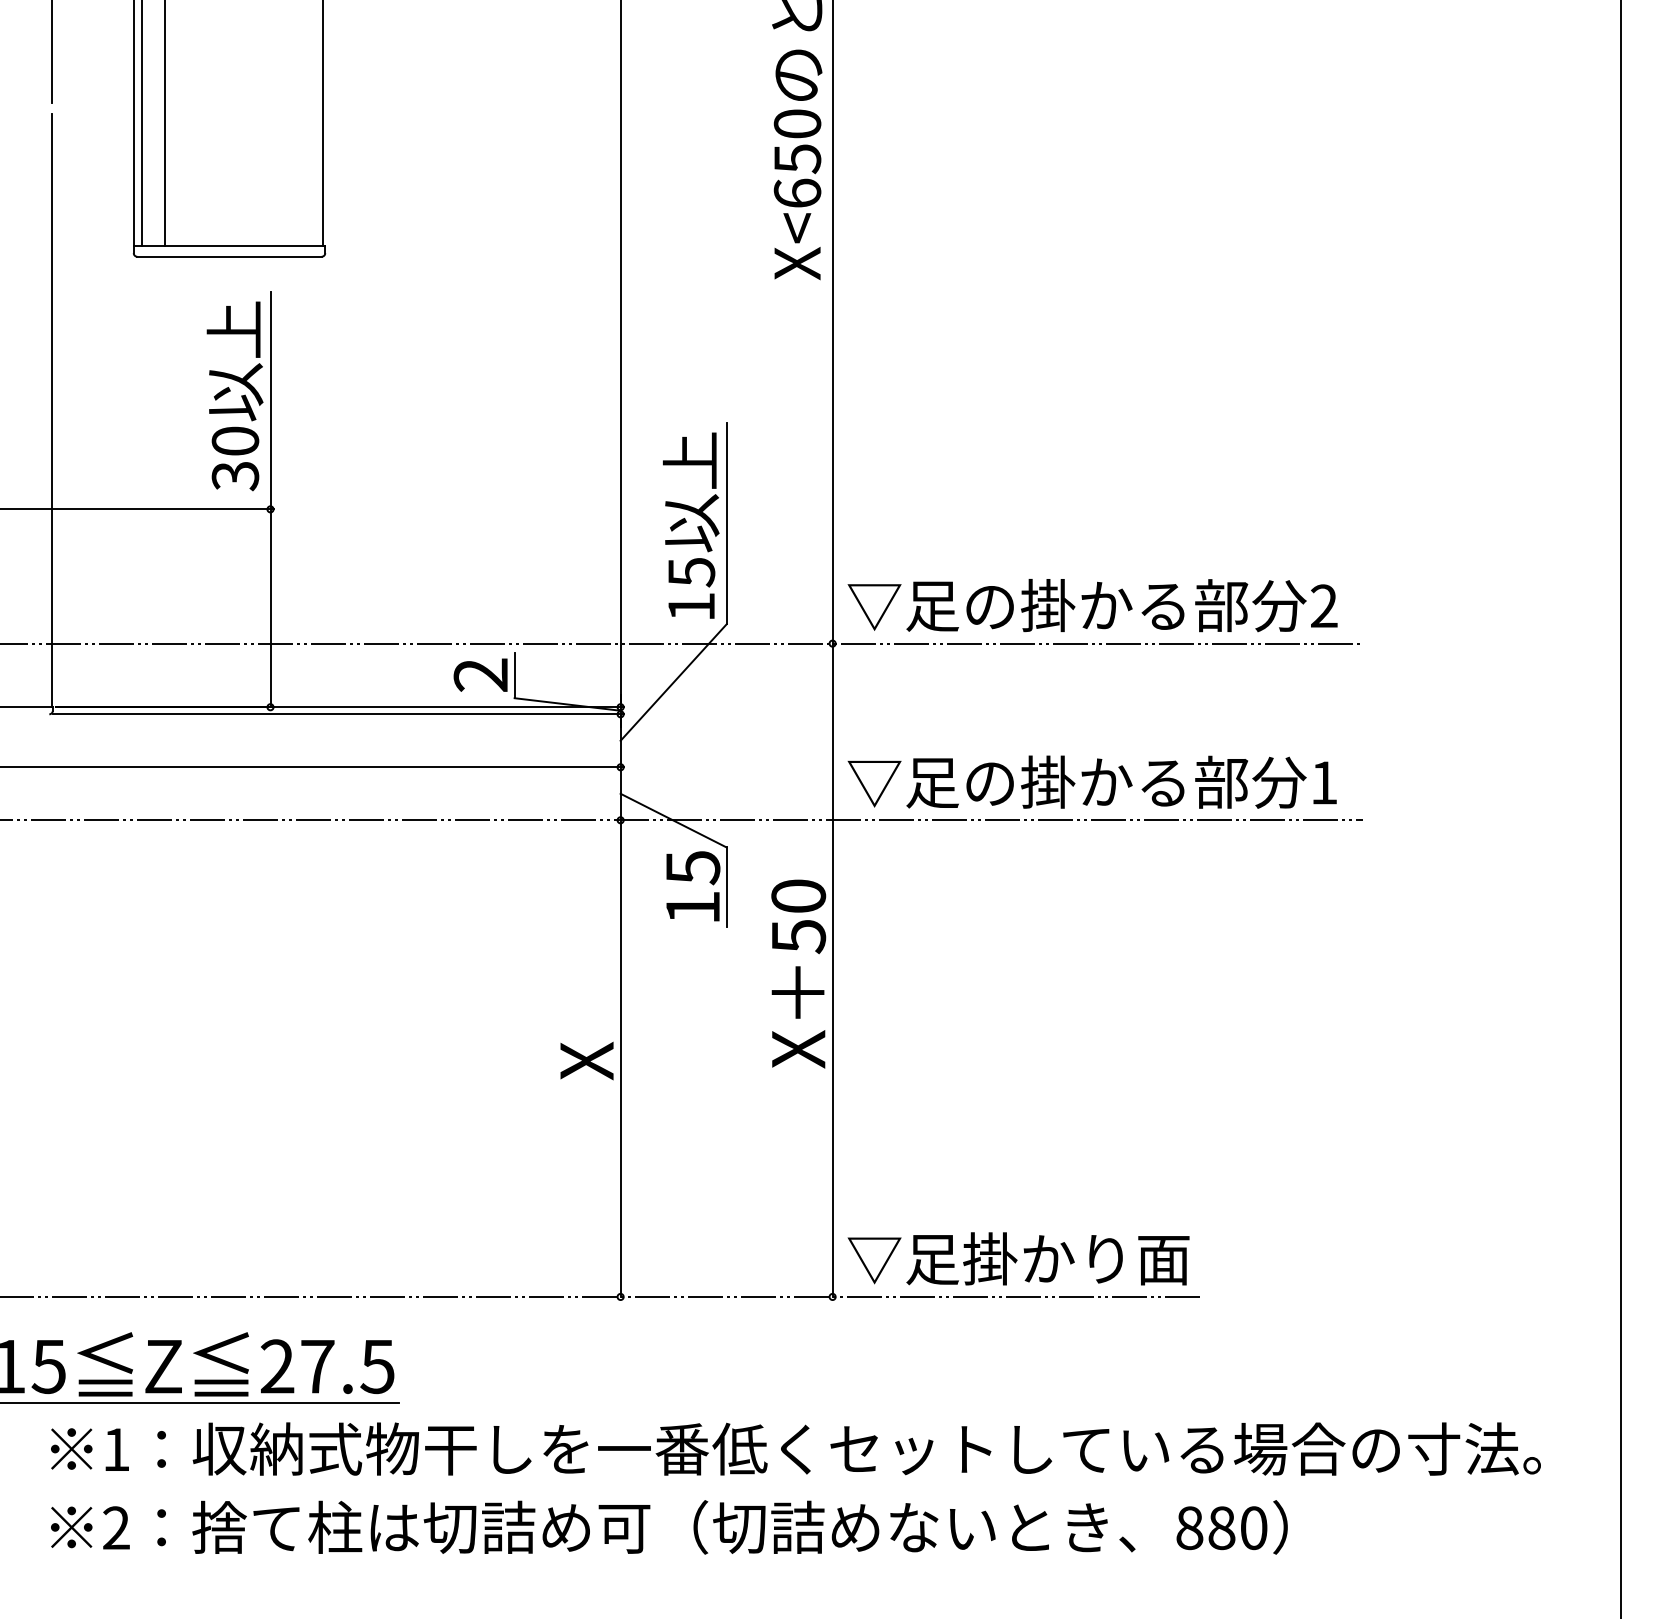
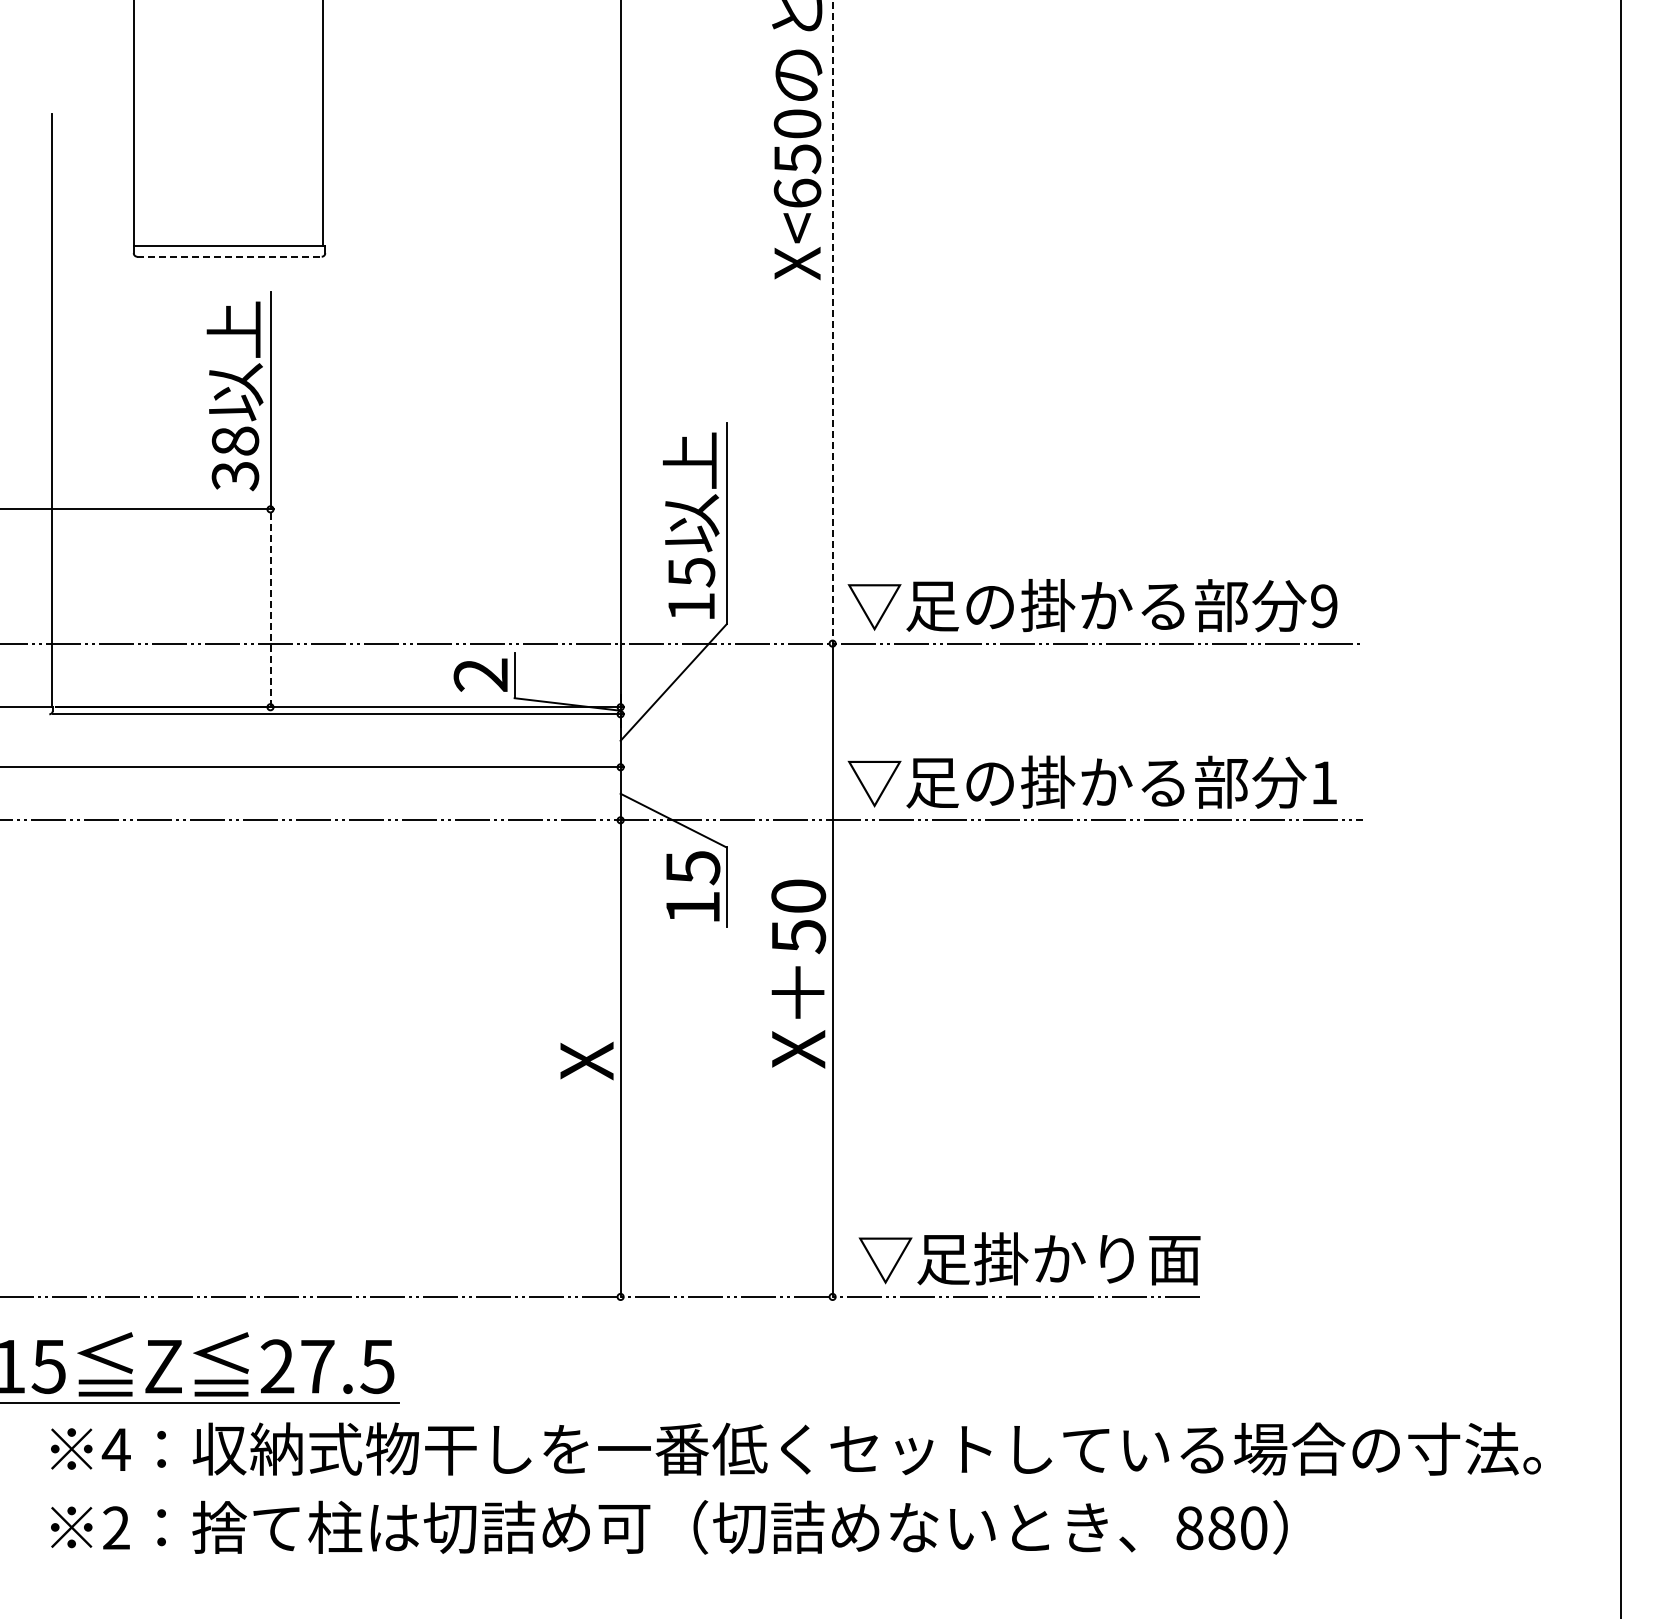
line at (52, 52): present -> none
line at (141, 124): present -> none
line at (164, 124): present -> none
line at (230, 256): solid -> dashed
line at (832, 322): solid -> dashed
text at (234, 440): 30 -> 38
text at (1324, 606): 2 -> 9
line at (270, 608): solid -> dashed
text at (1018, 1258) position: (1018, 1258) -> (1029, 1258)
text at (115, 1449): 1 -> 4
